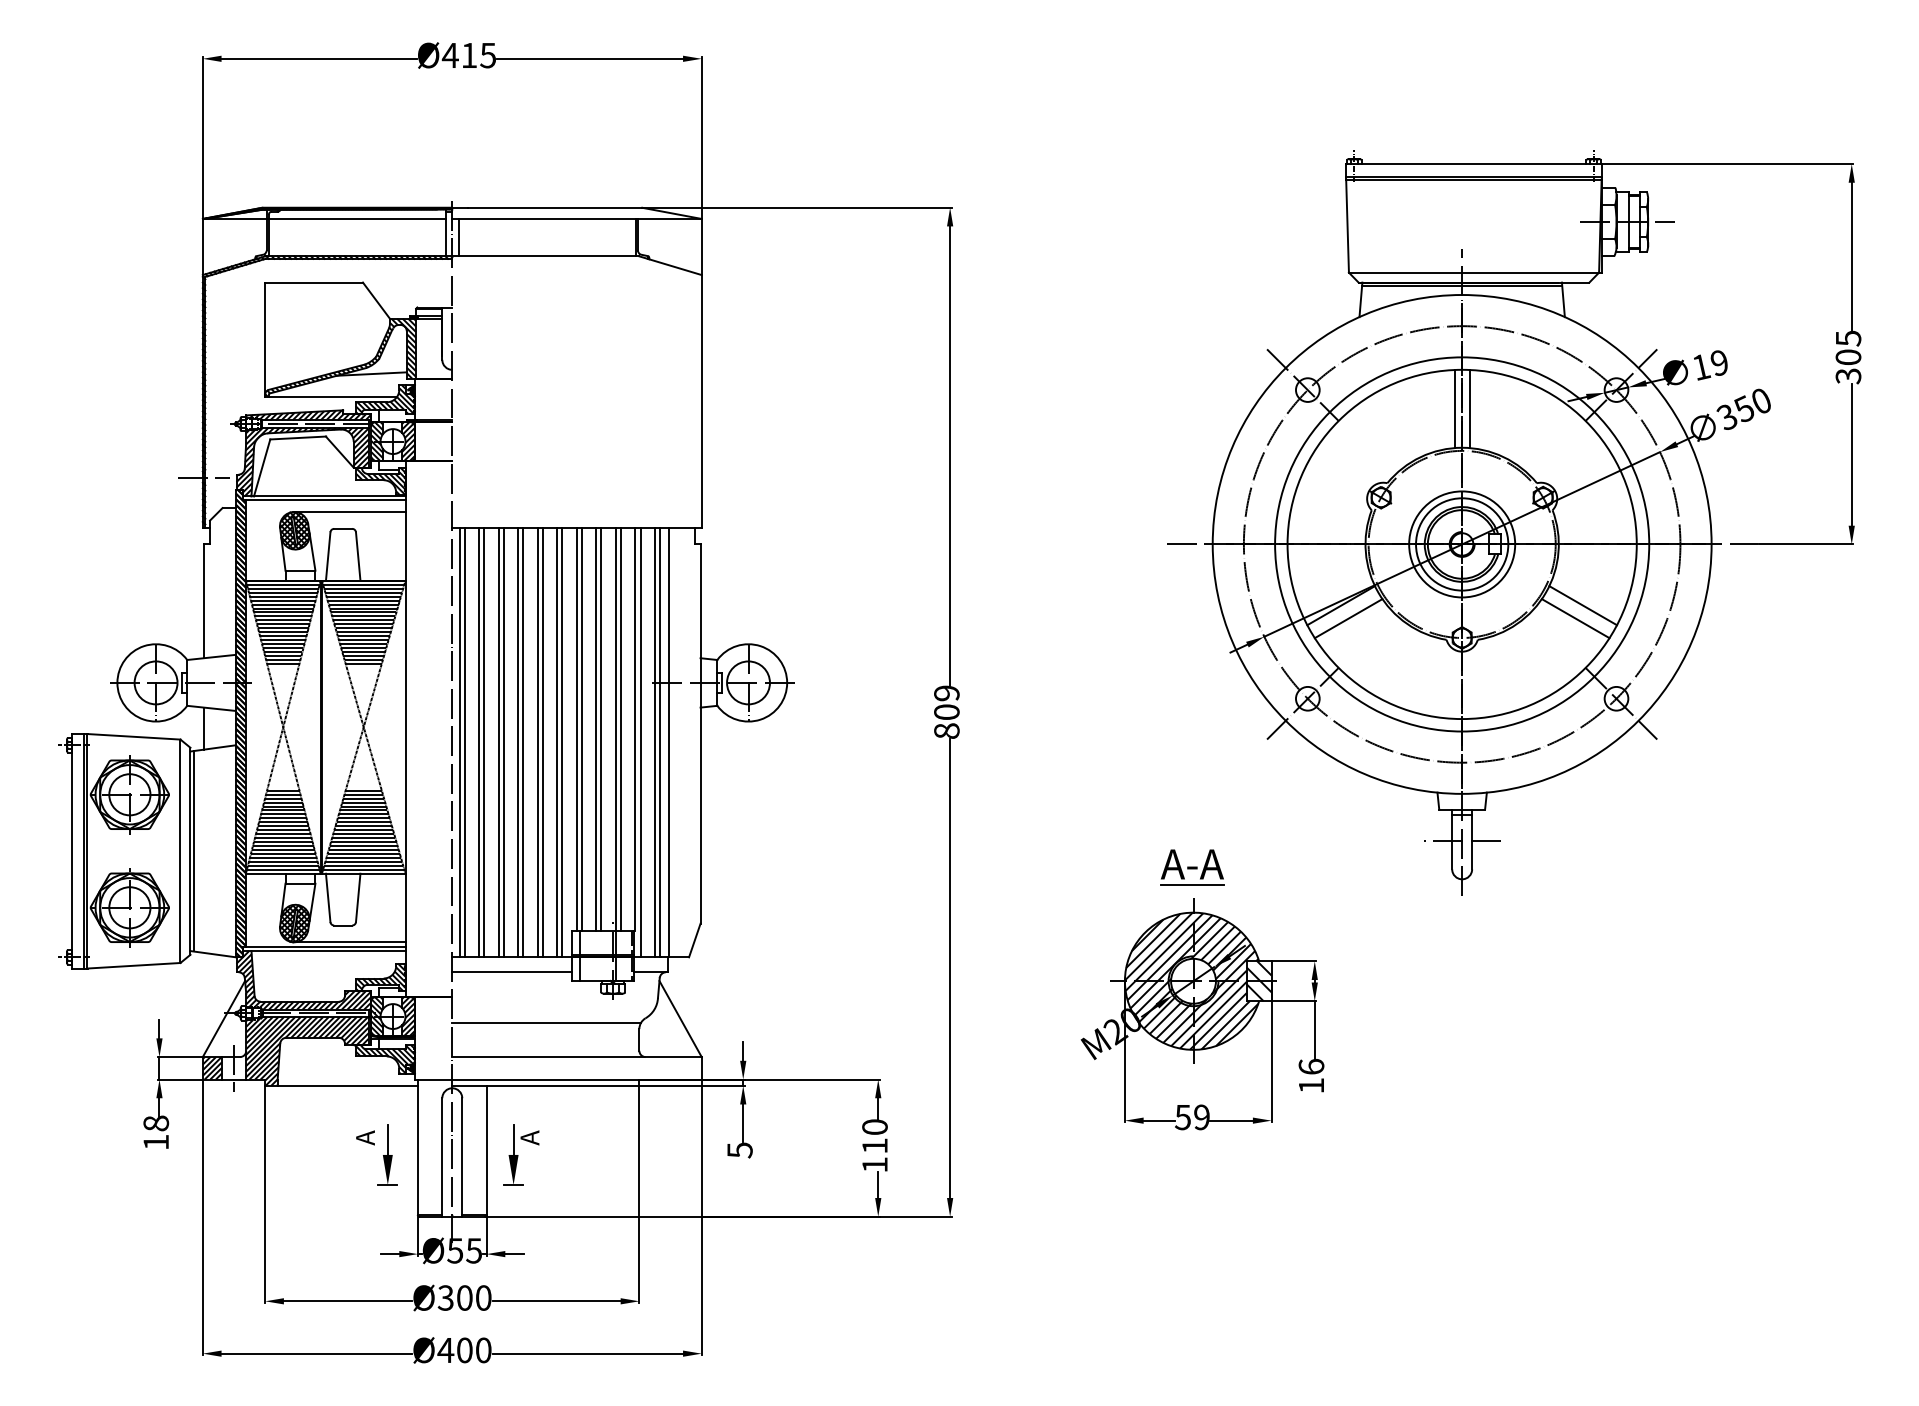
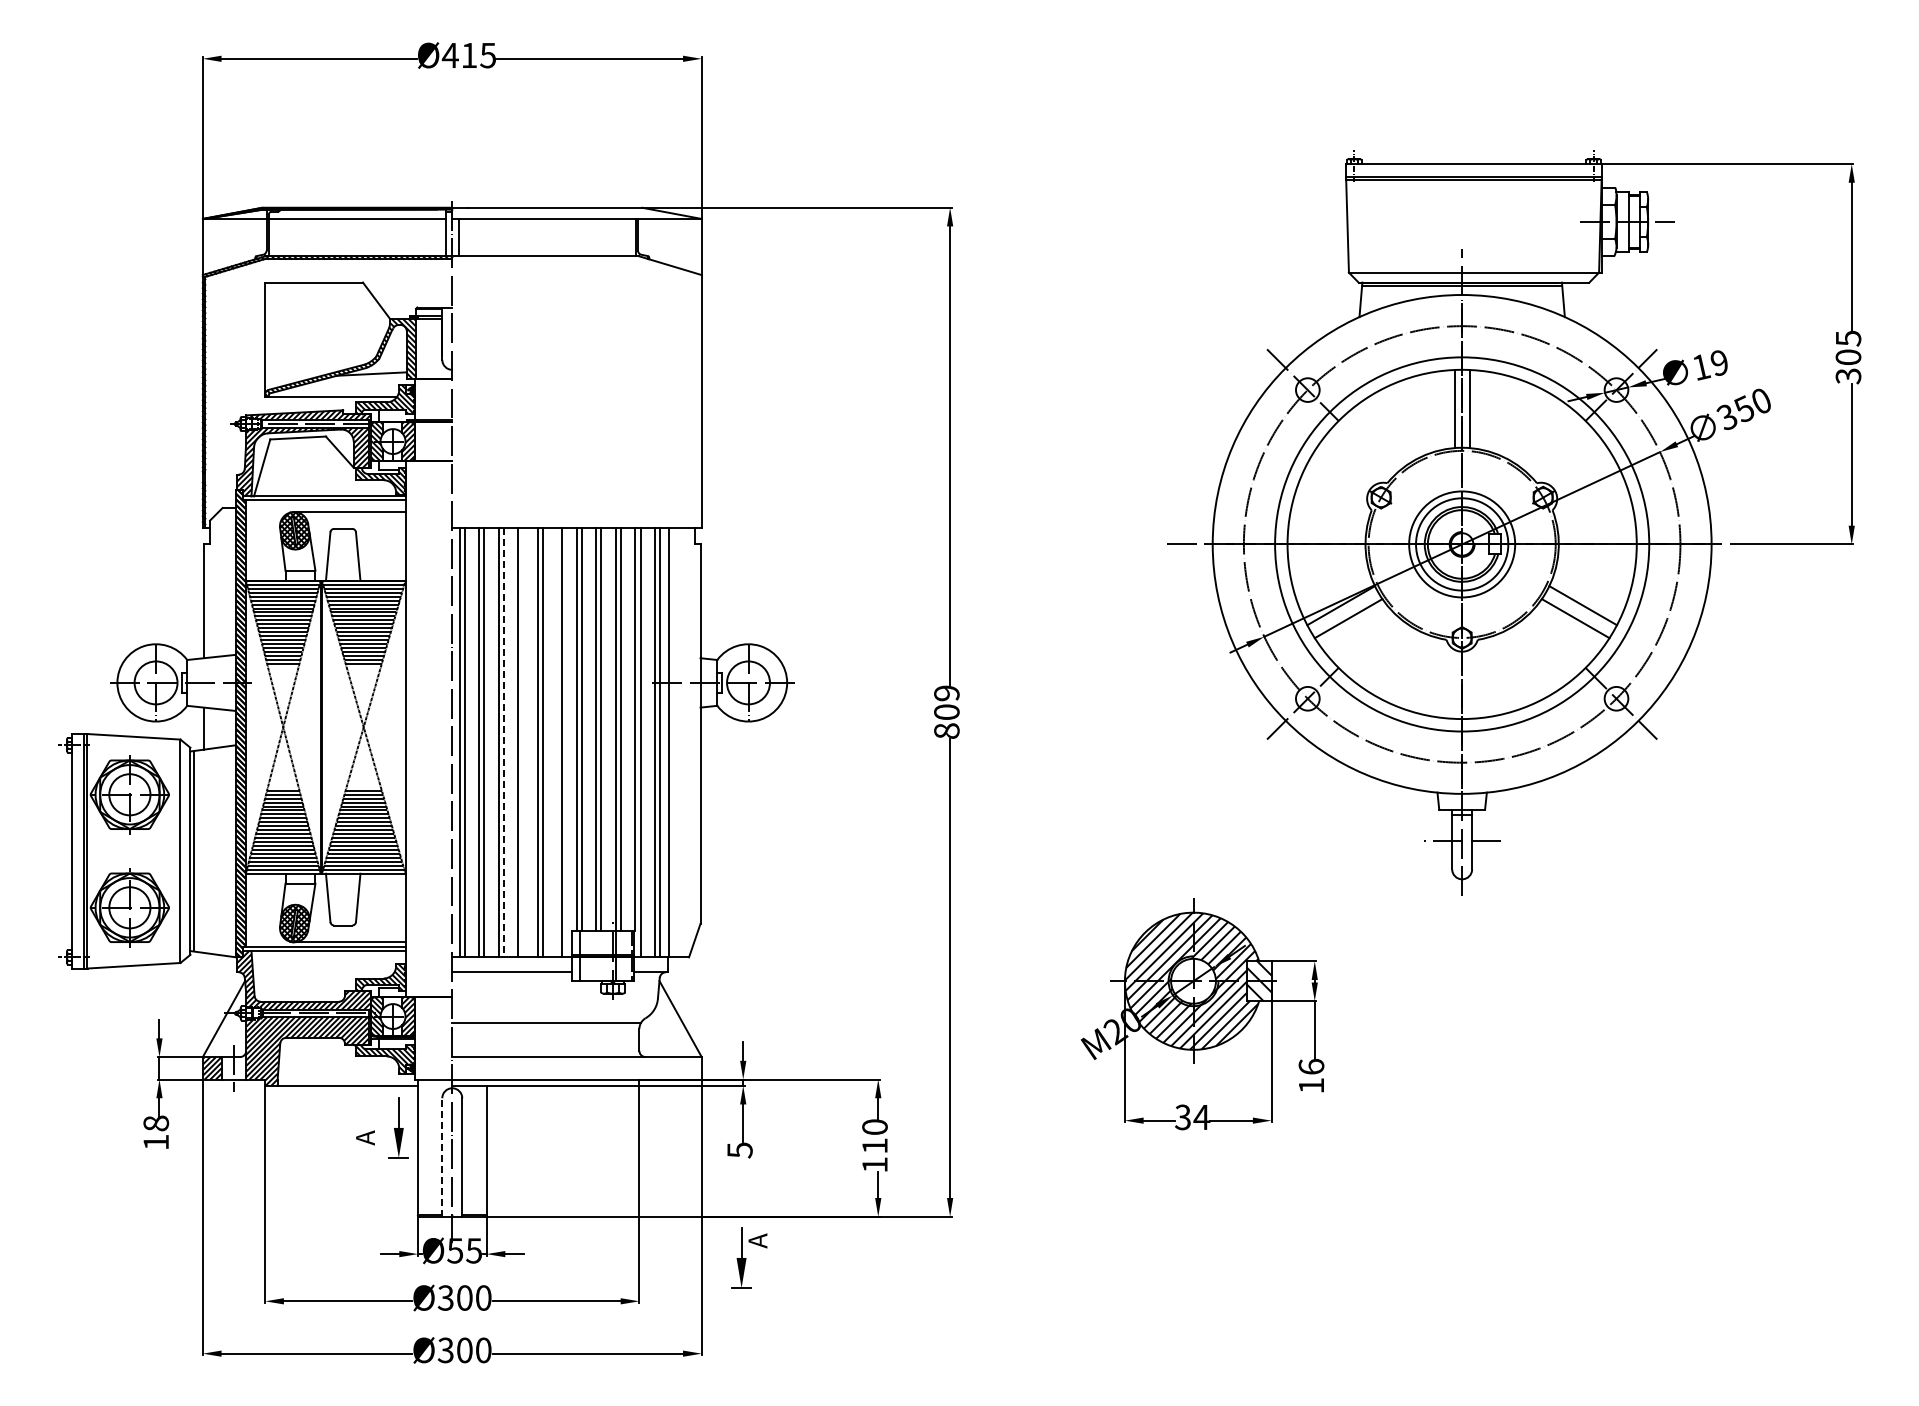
line at (203, 477): present -> none
line at (503, 742): solid -> dashed
line at (523, 742): present -> none
line at (557, 742): present -> none
part at (1192, 867): present -> none
text at (1192, 1117): 59 -> 34
part at (387, 1154) position: (387, 1154) -> (398, 1127)
part at (521, 1154) position: (521, 1154) -> (749, 1257)
line at (442, 1156): solid -> dashed
text at (445, 1350): Ø400 -> Ø300
